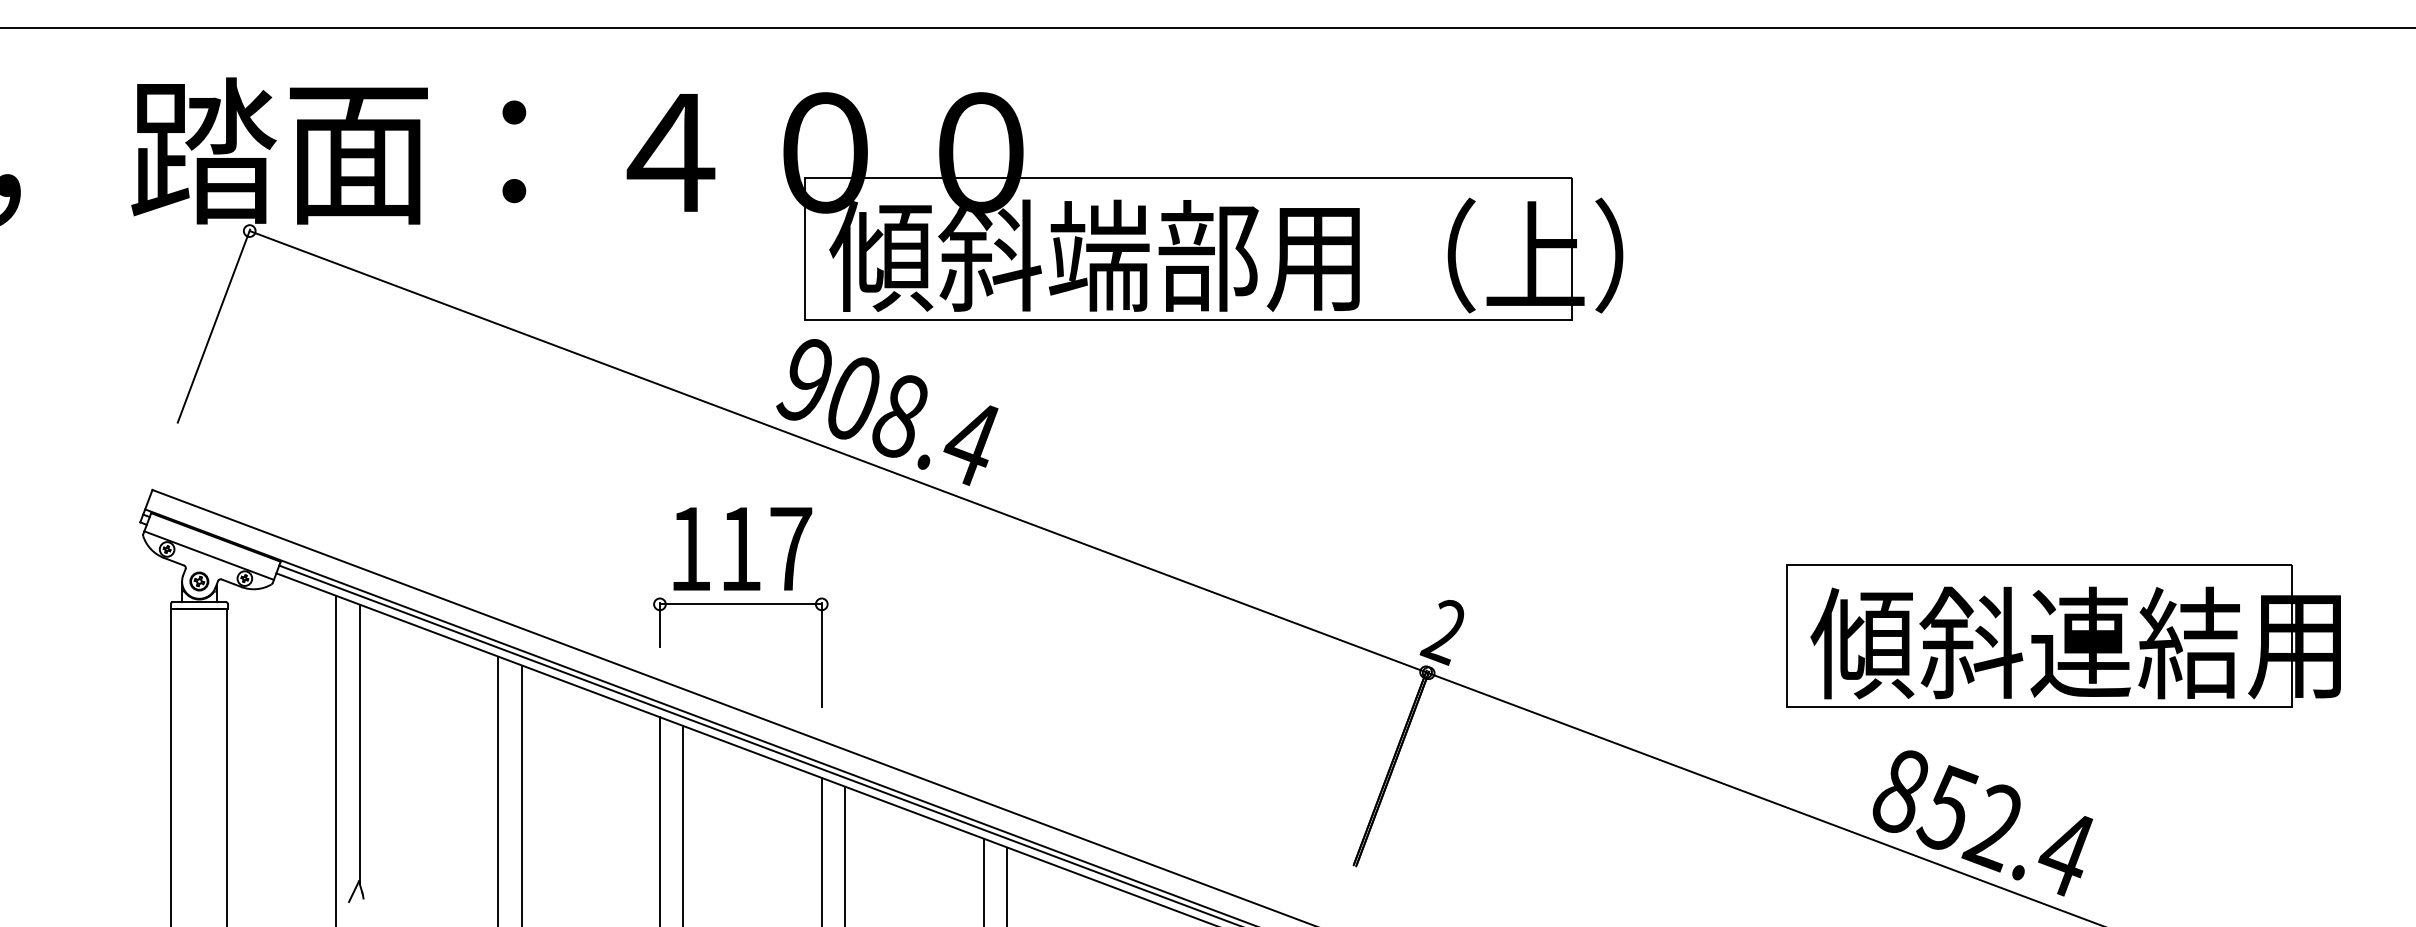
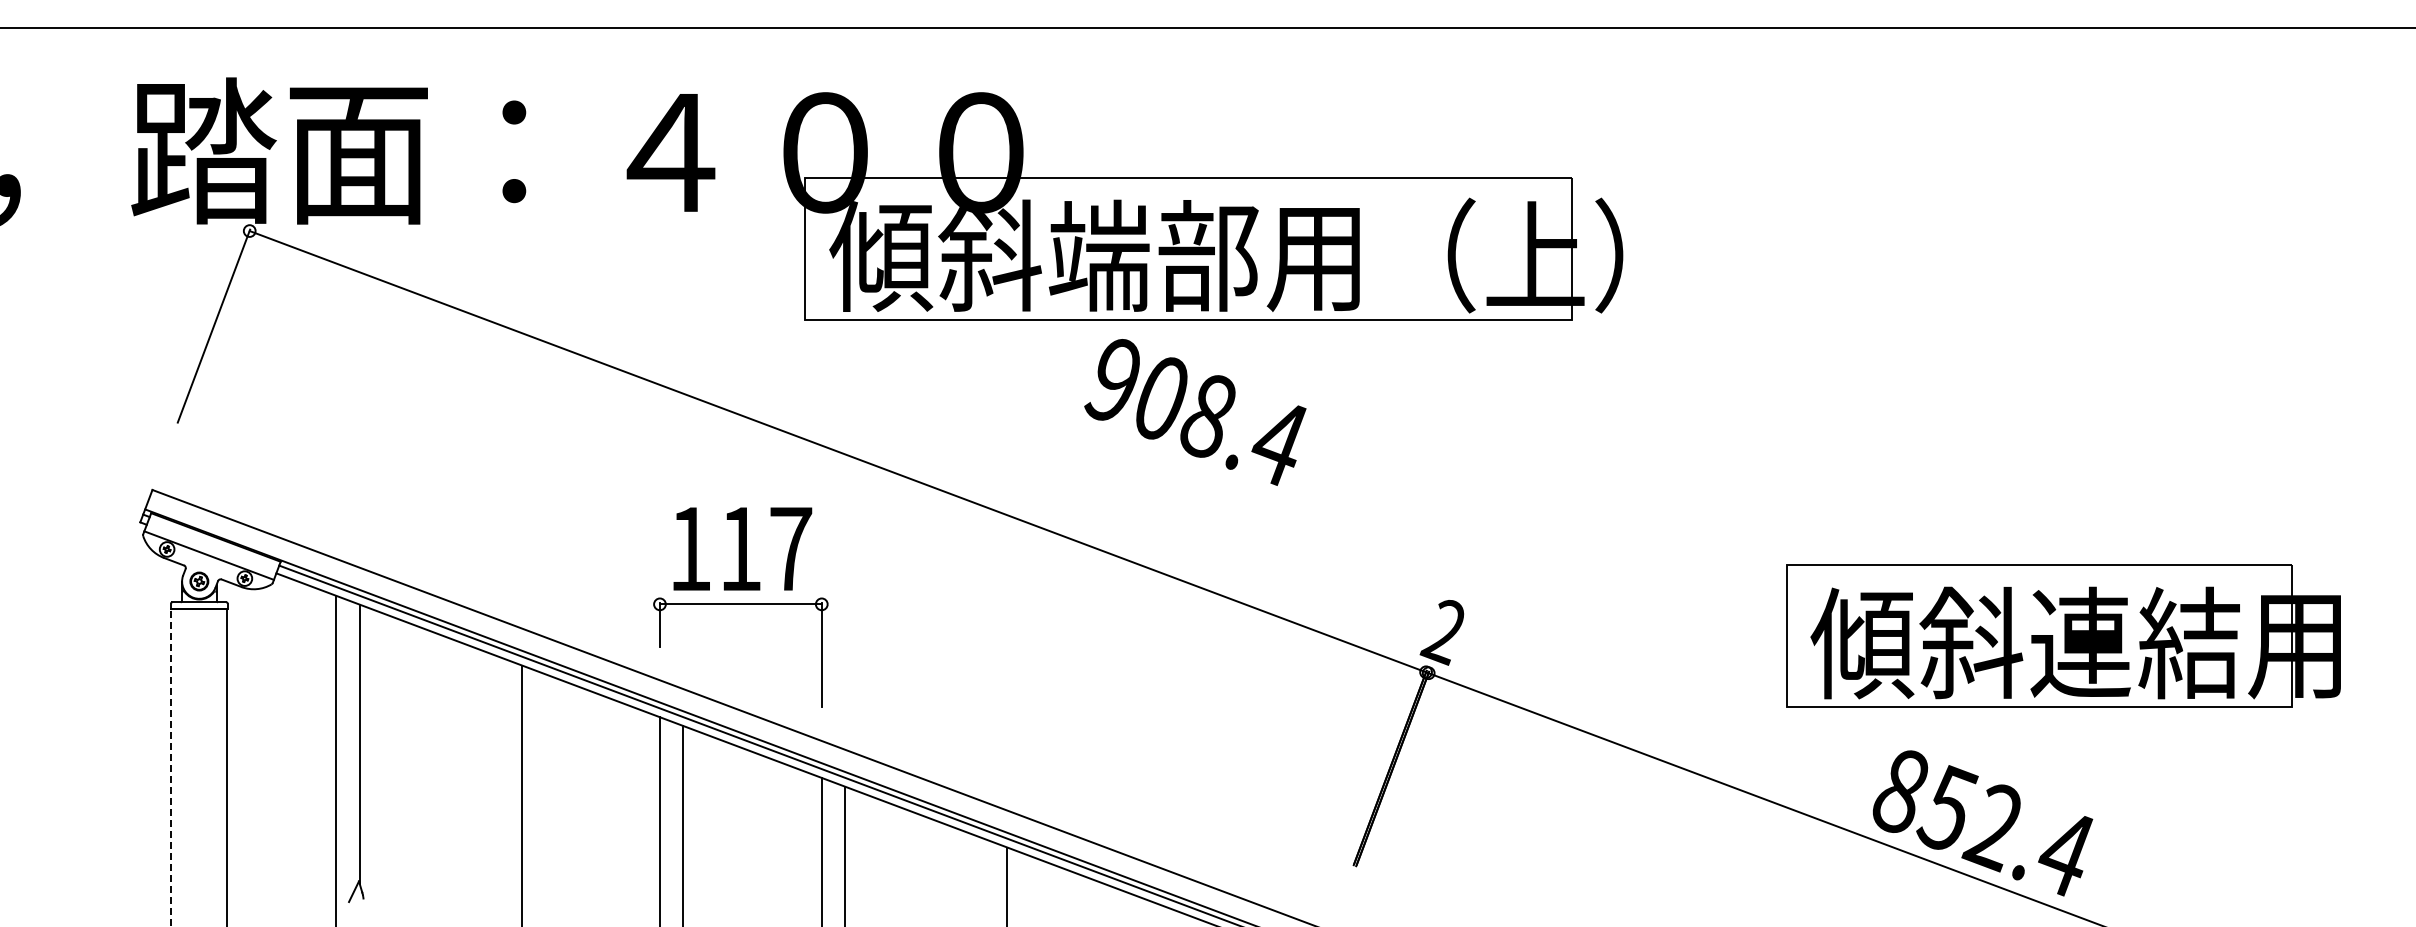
text at (887, 412) position: (887, 412) -> (1195, 412)
line at (171, 767): solid -> dashed
line at (498, 789): present -> none
line at (983, 880): present -> none
